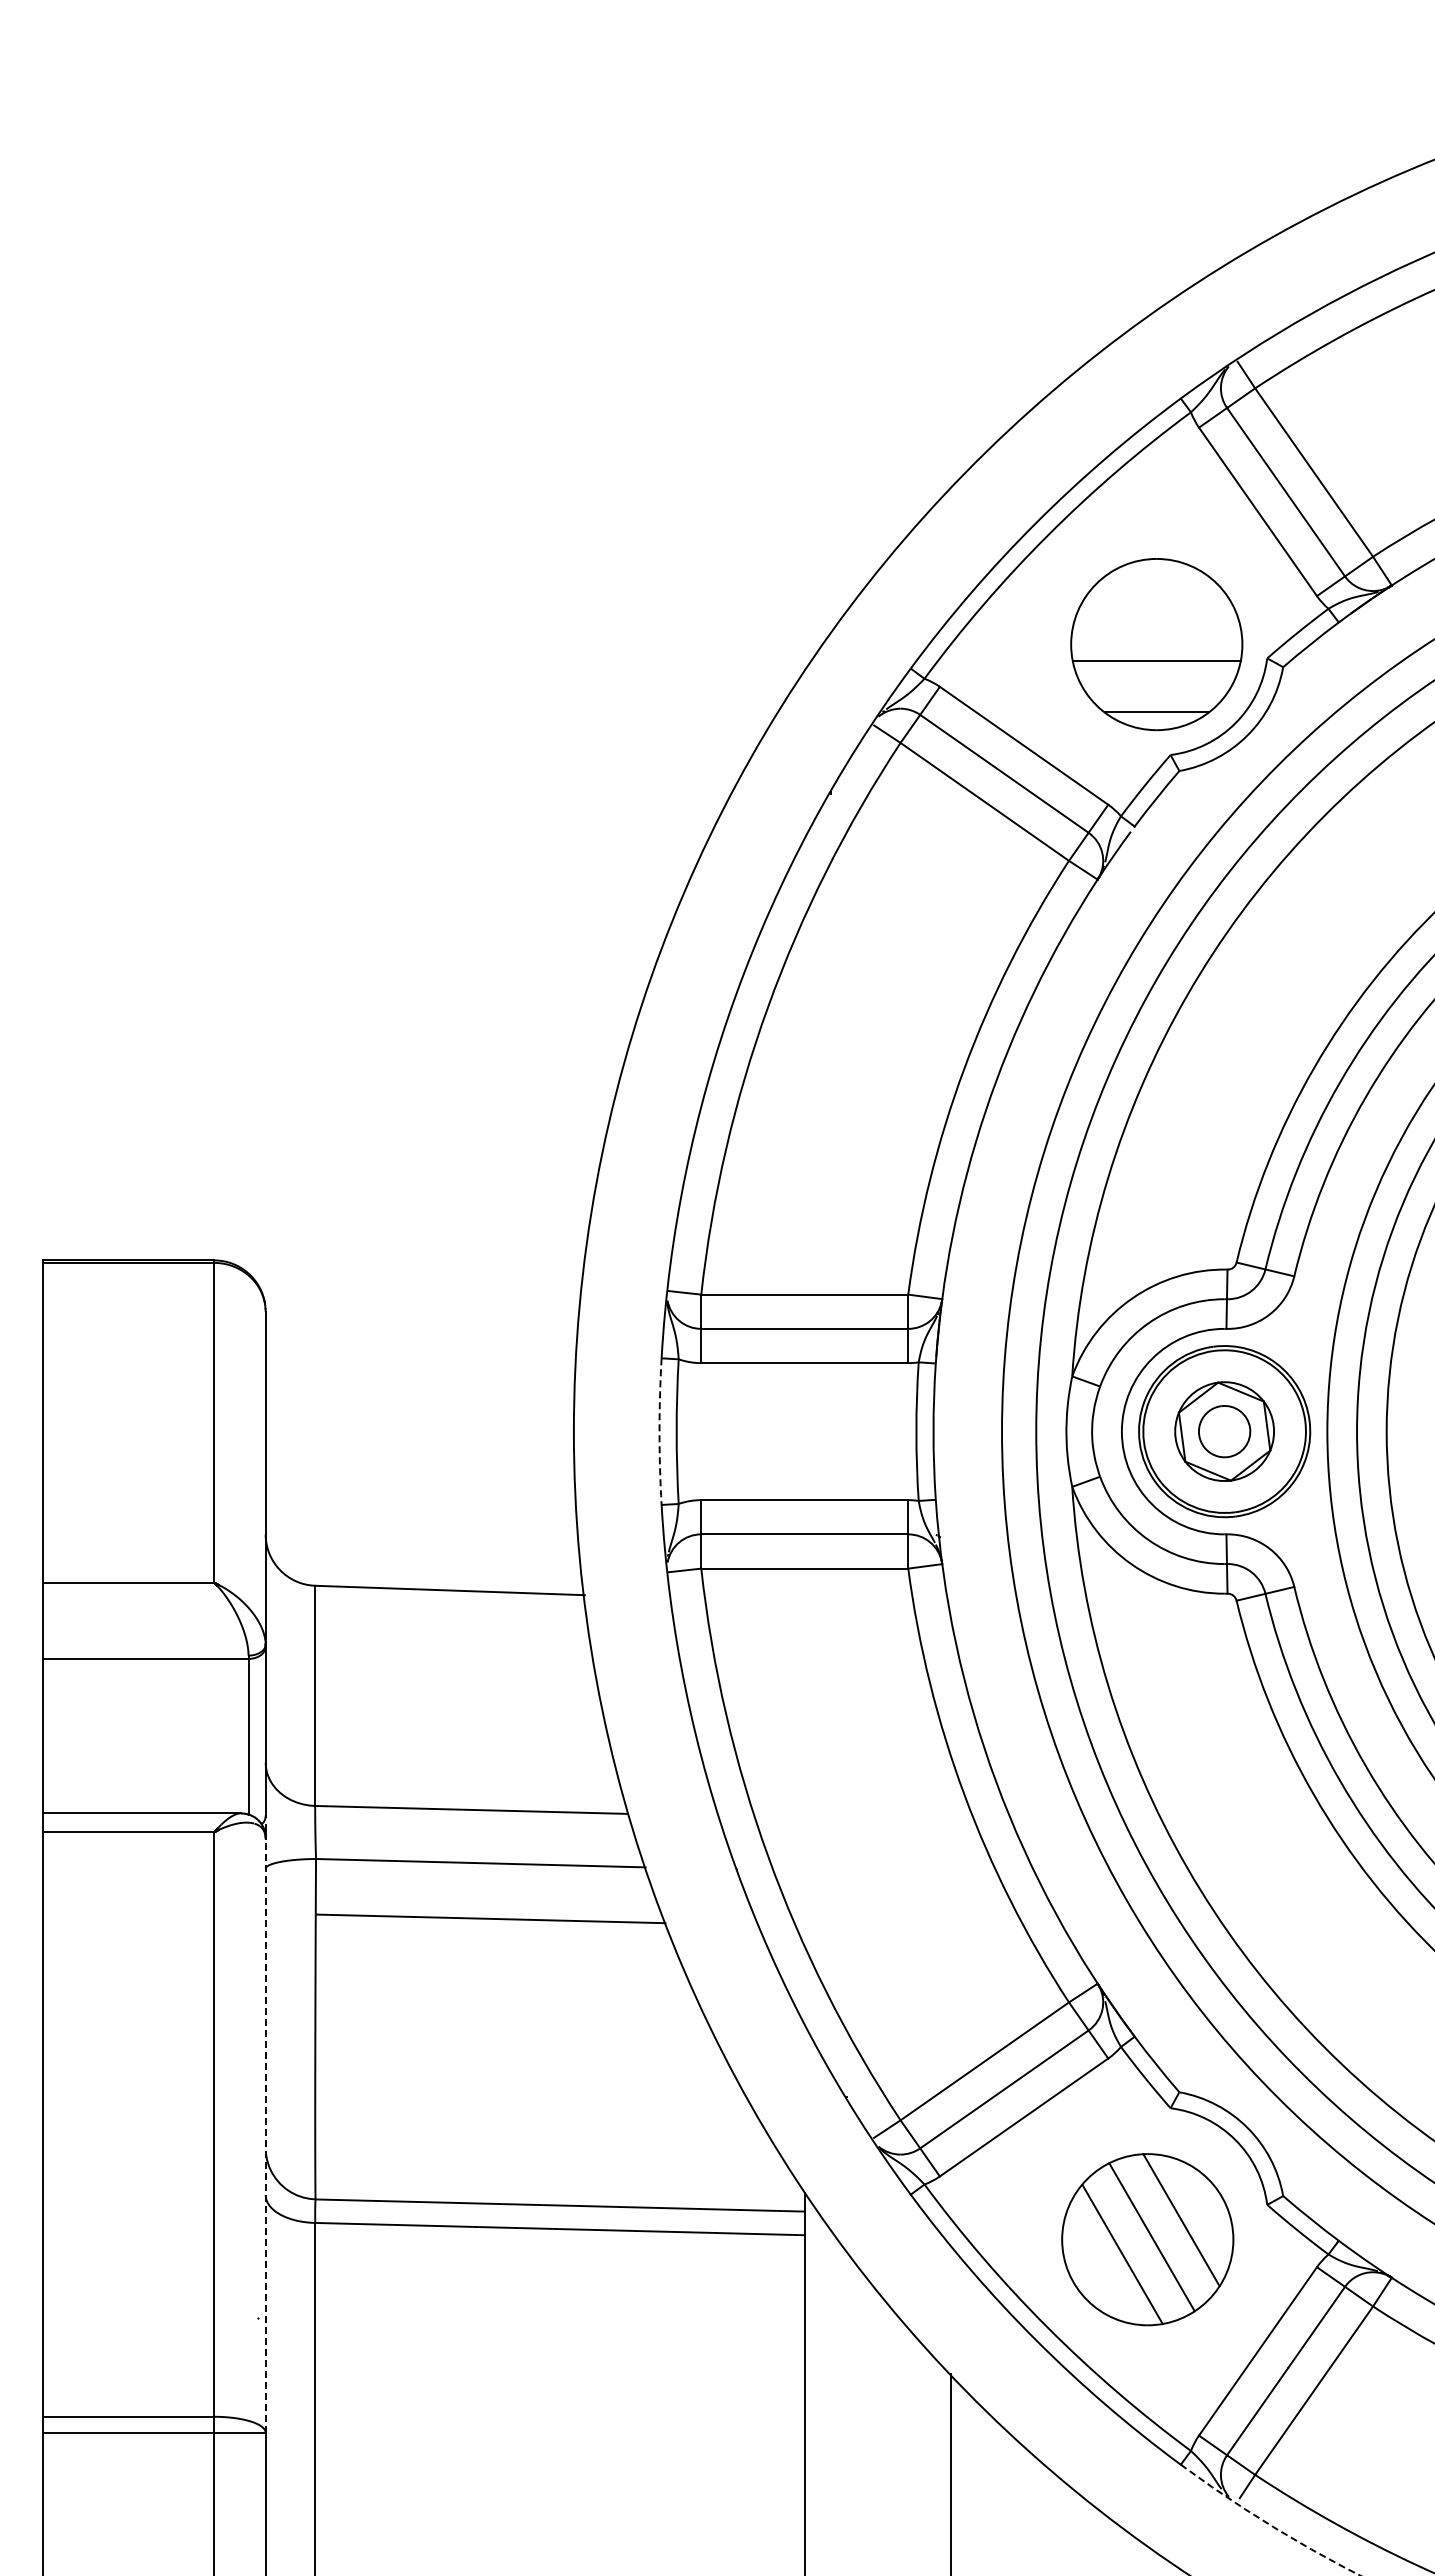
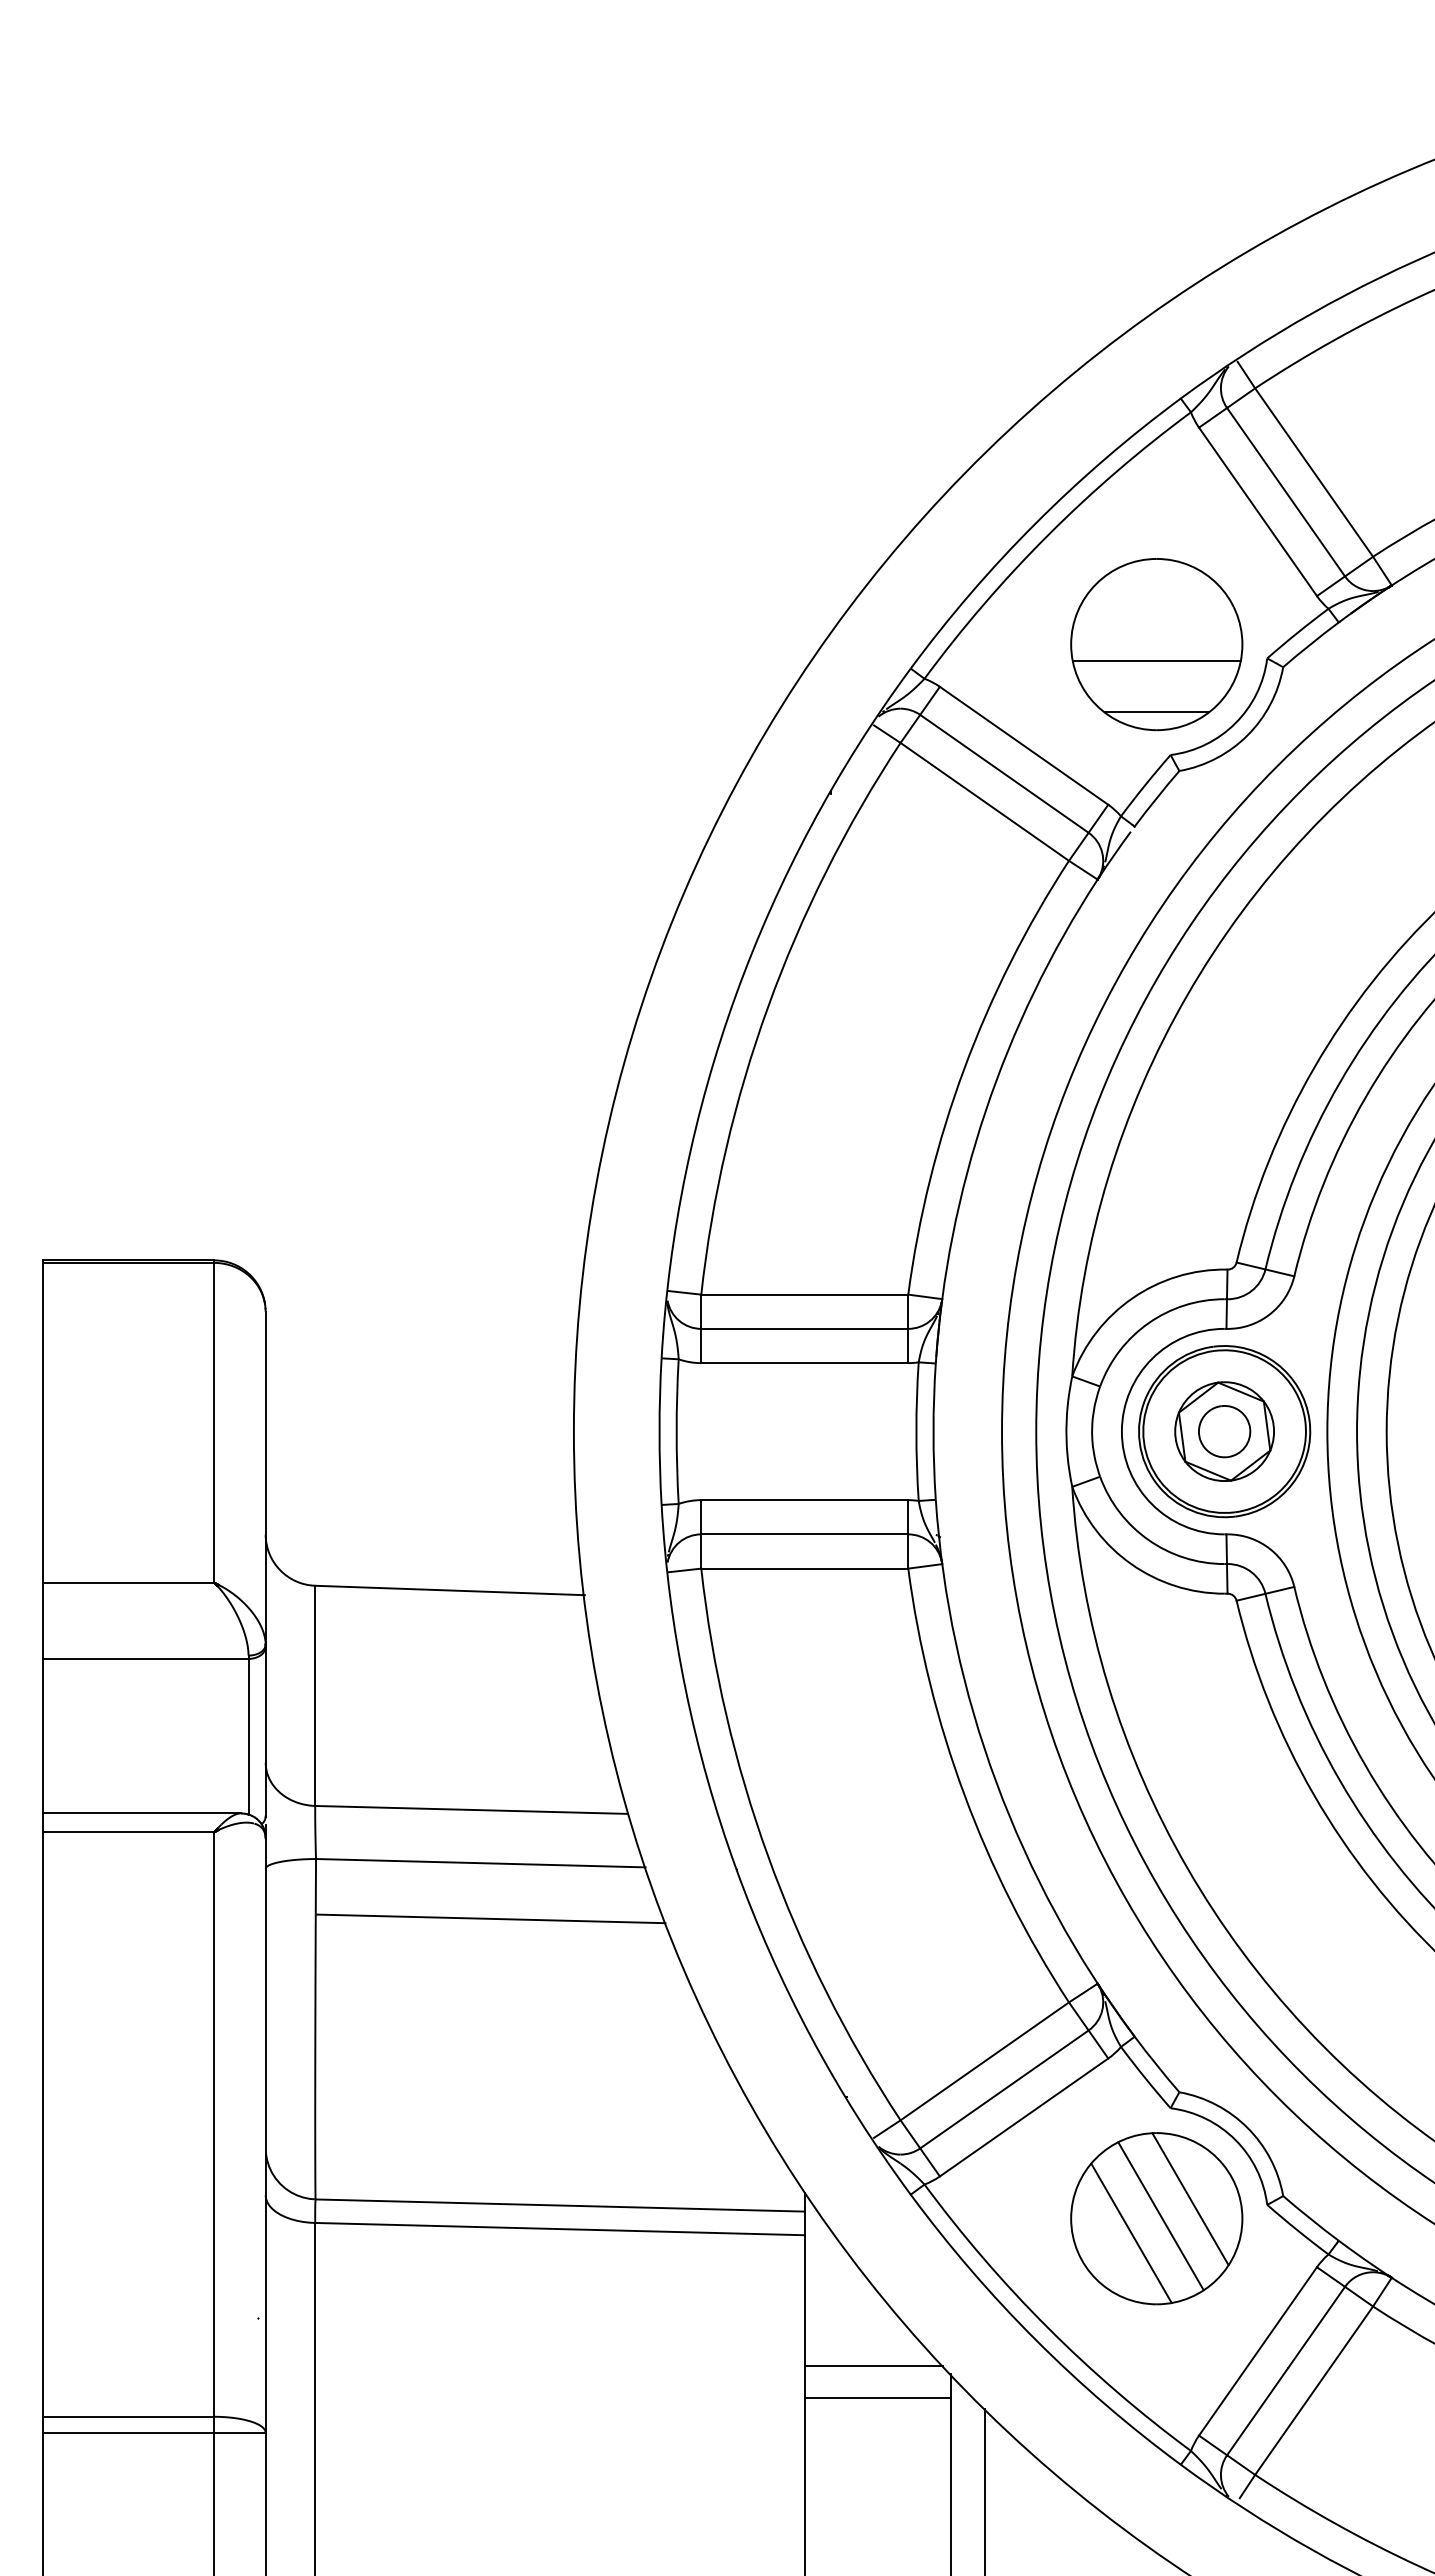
arc at (659, 1431): dashed -> solid
line at (265, 2135): dashed -> solid
part at (1147, 2239) position: (1147, 2239) -> (1156, 2218)
line at (874, 2365): none -> present
line at (877, 2398): none -> present
line at (984, 2490): none -> present
arc at (1268, 2524): dashed -> solid
